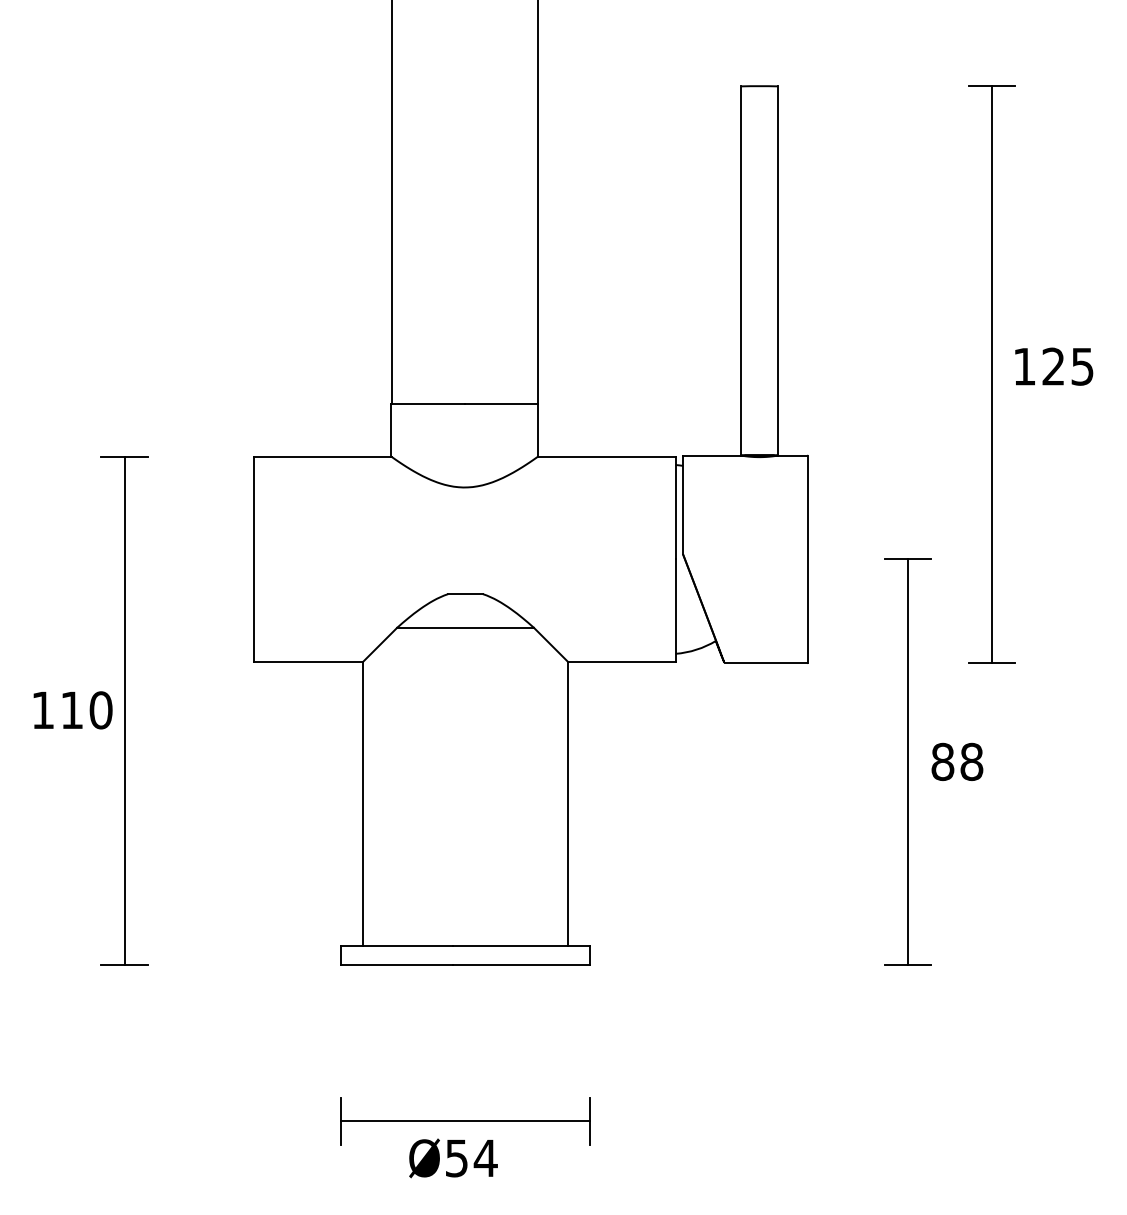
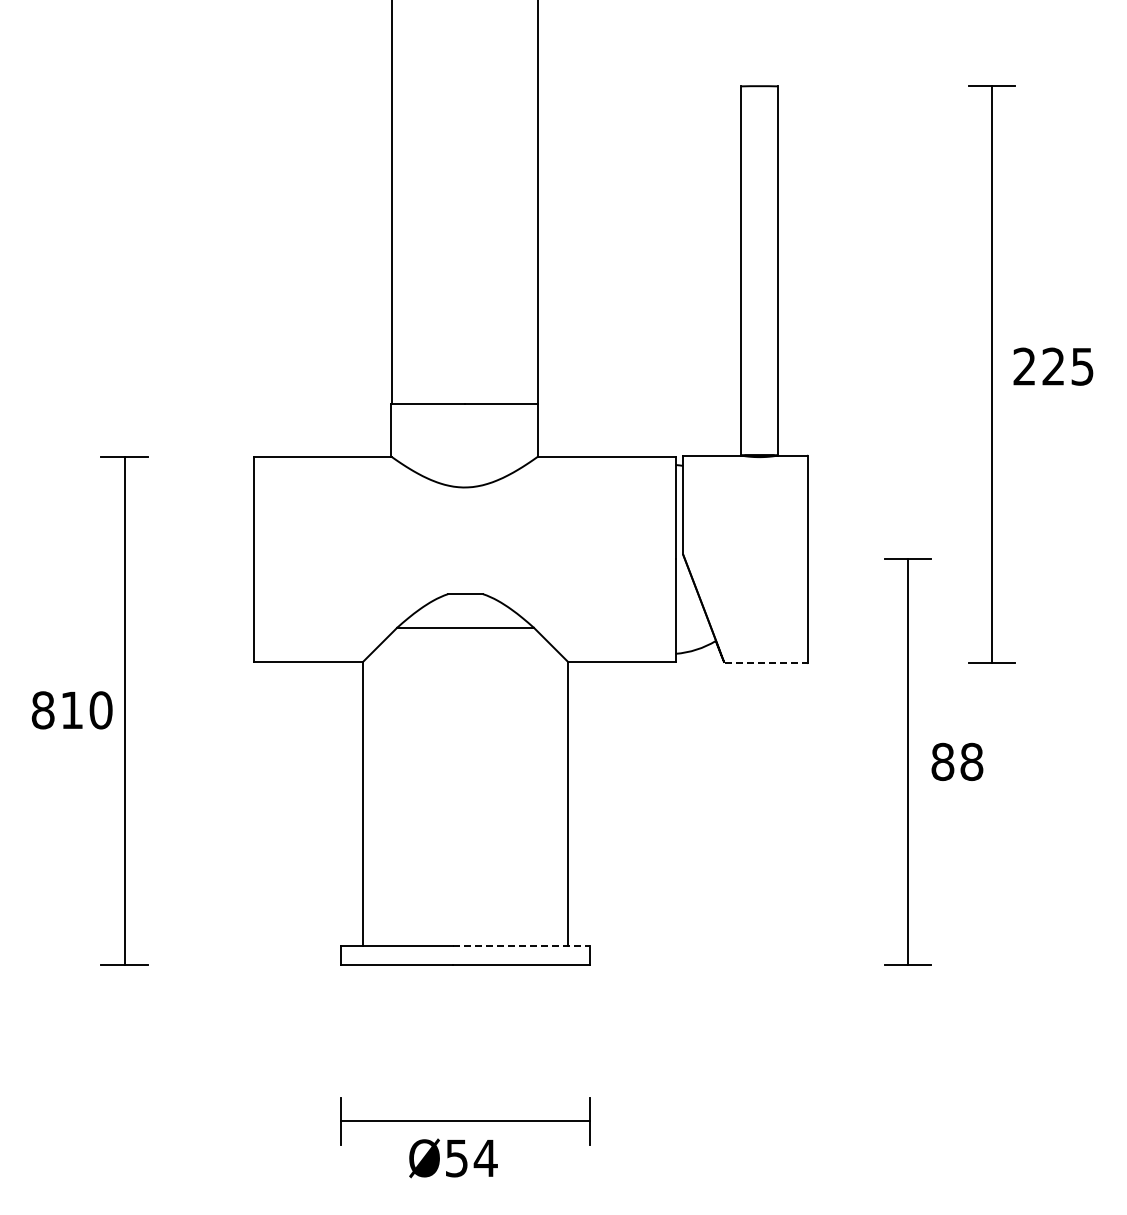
text at (1023, 366): 125 -> 225
line at (766, 663): solid -> dashed
text at (42, 710): 110 -> 810
line at (522, 946): solid -> dashed
